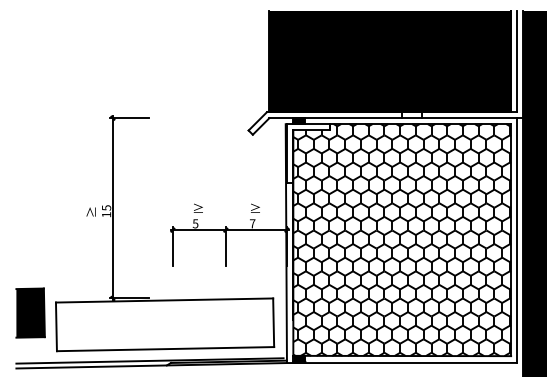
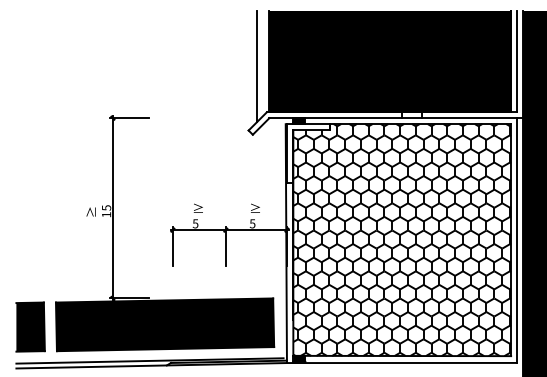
line at (257, 66): none -> present
text at (252, 223): 7 -> 5
part at (30, 312) position: (30, 312) -> (30, 326)
fill at (164, 324): none -> present
